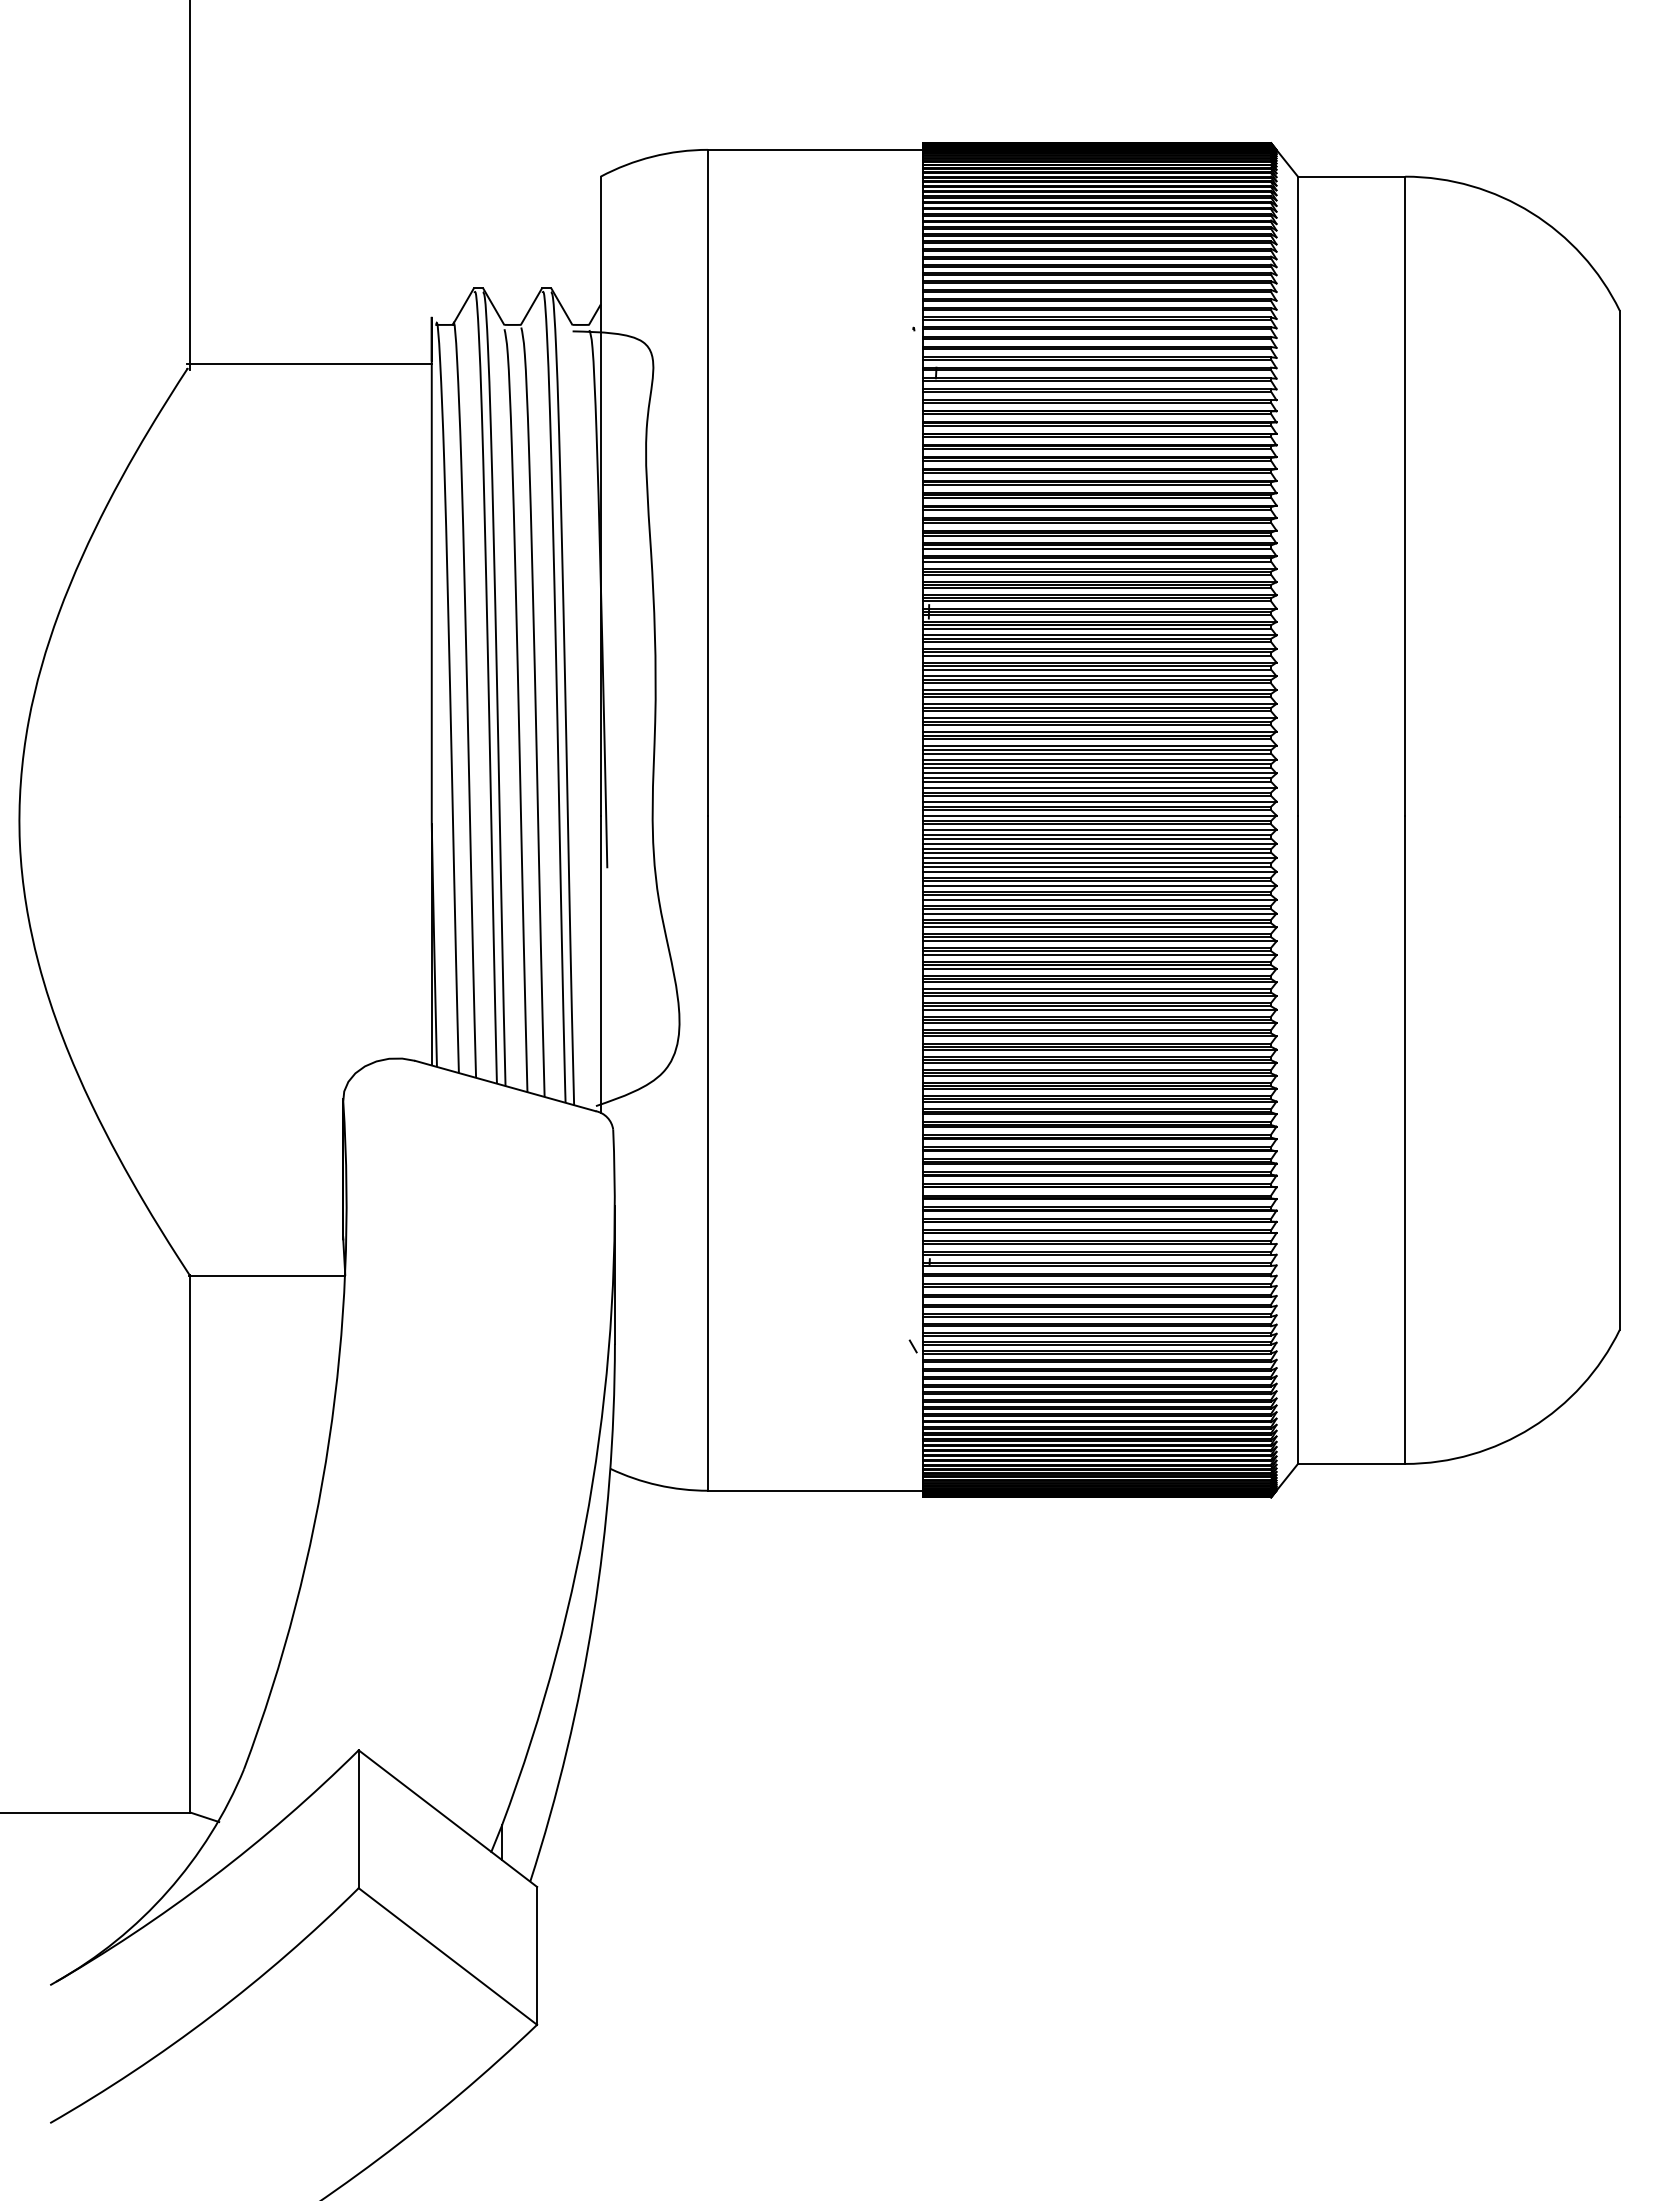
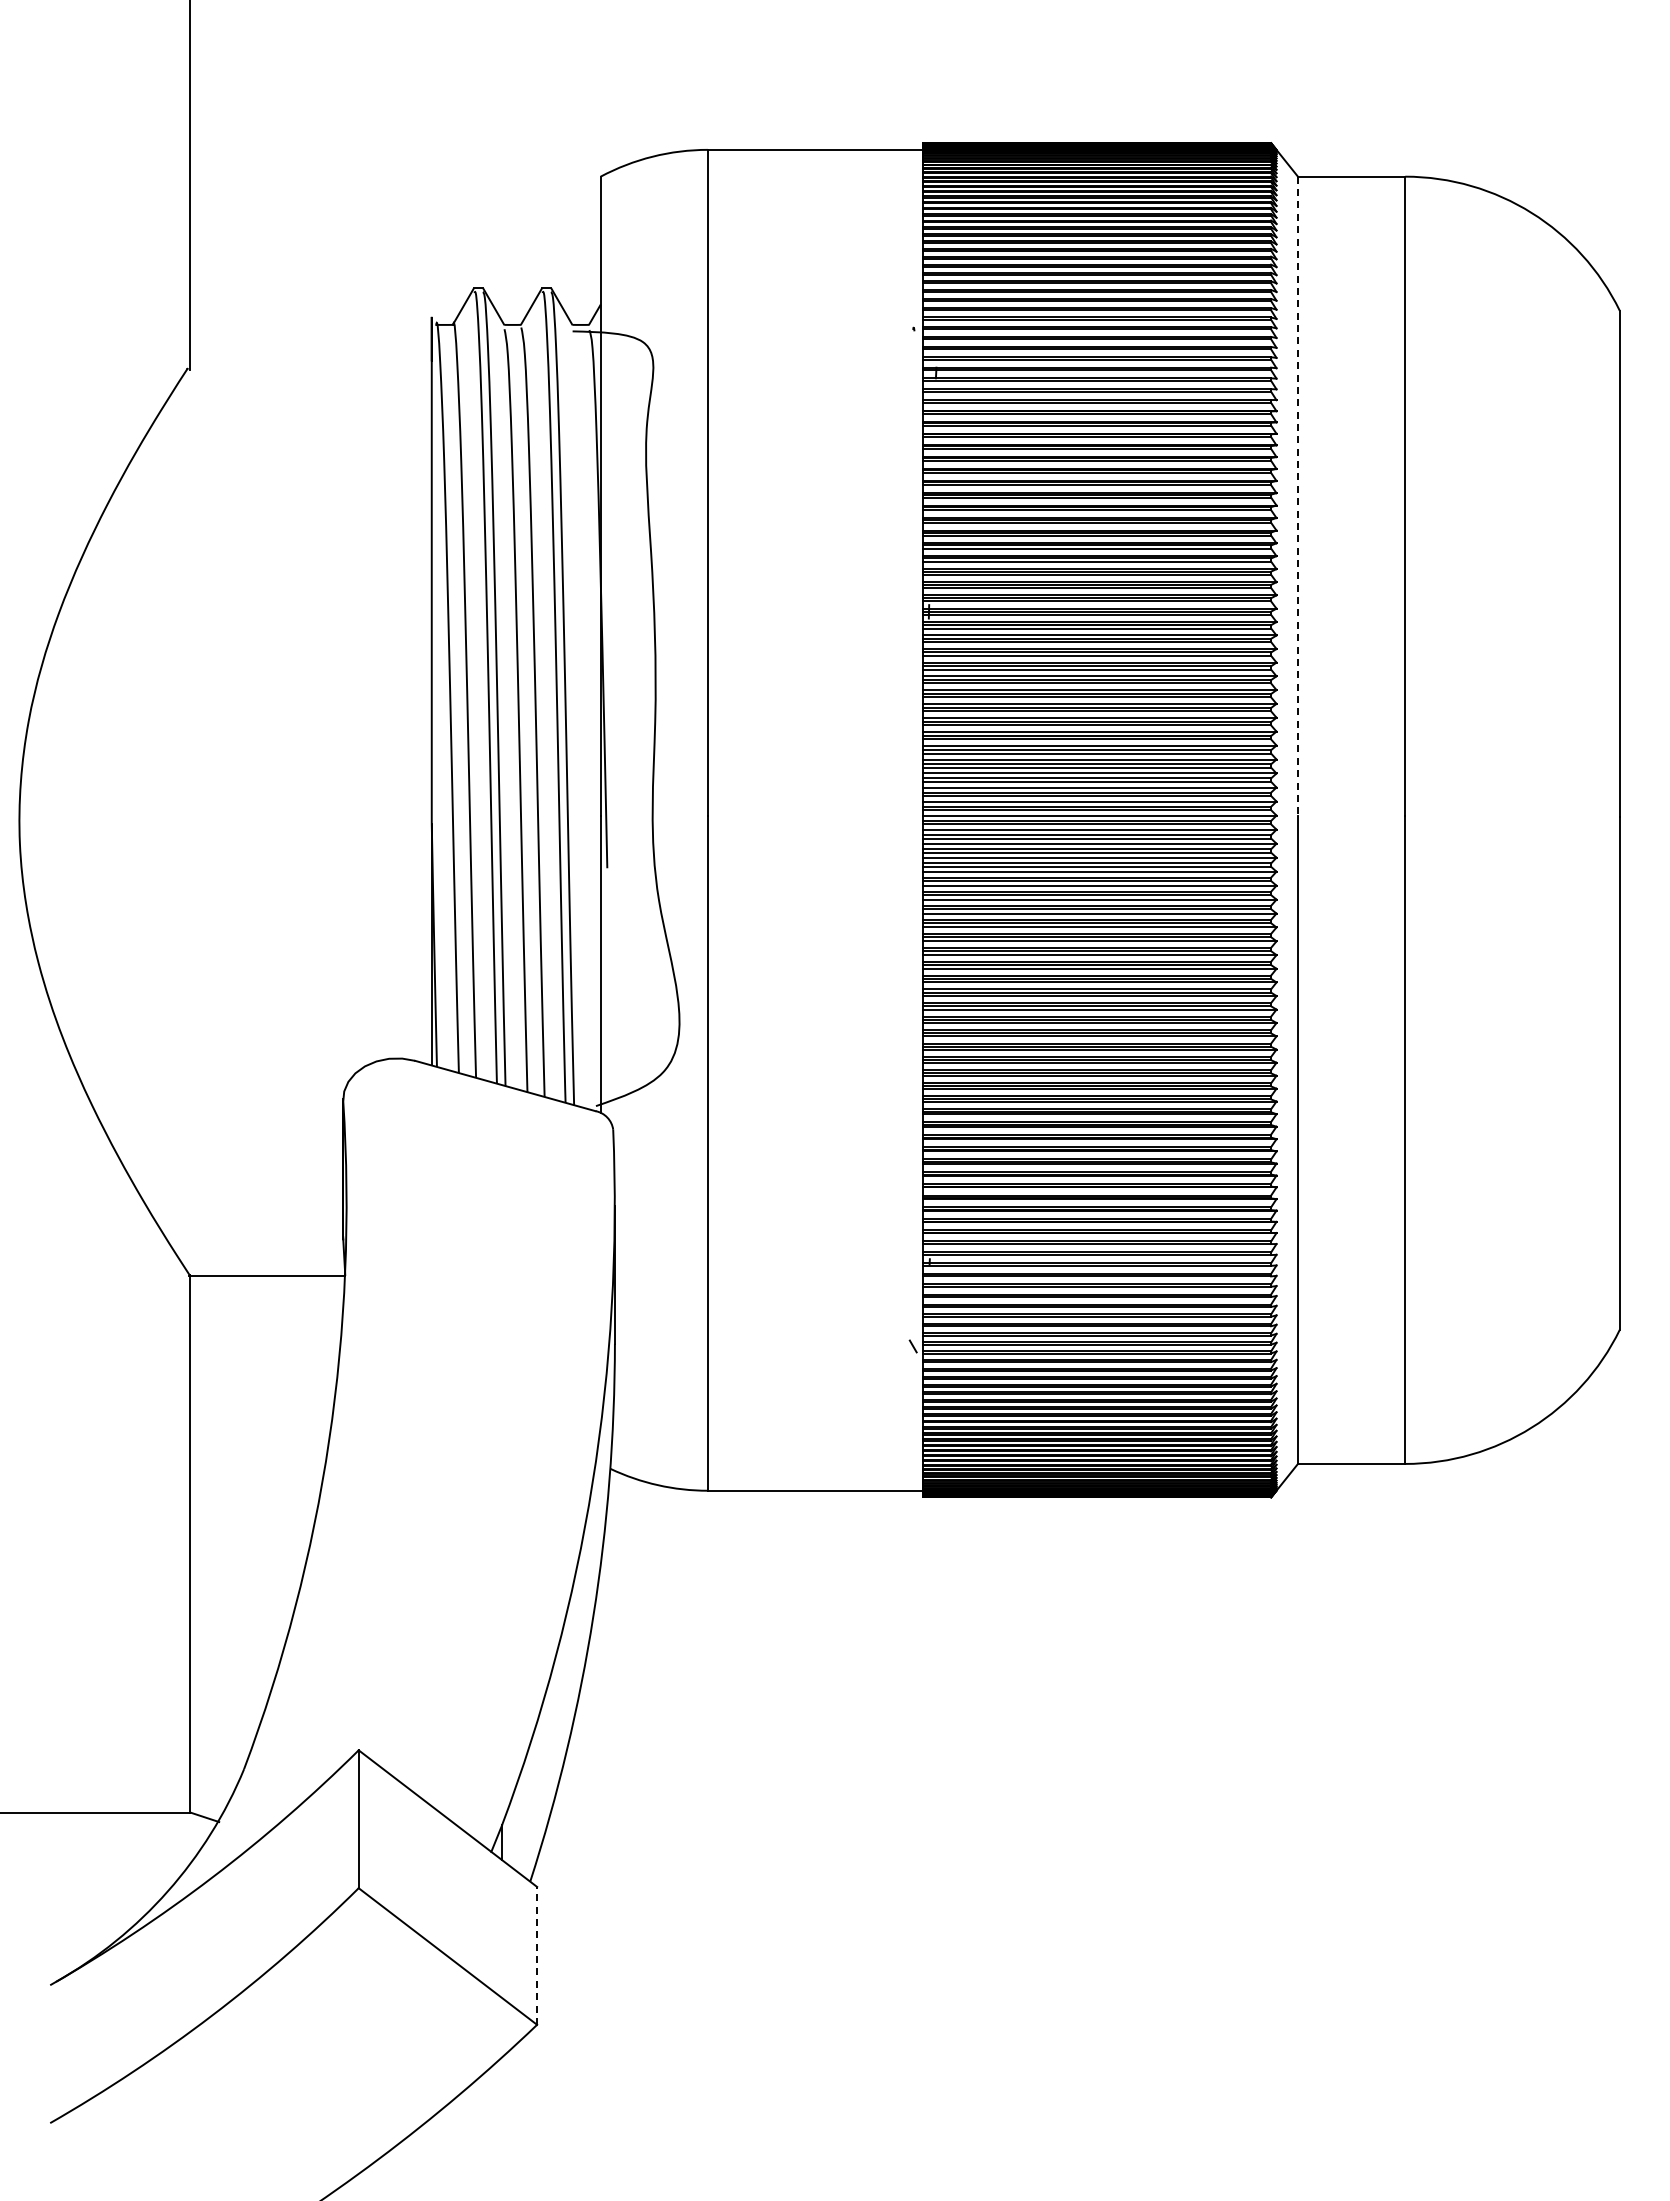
line at (309, 364): present -> none
line at (1297, 496): solid -> dashed
line at (537, 1955): solid -> dashed
